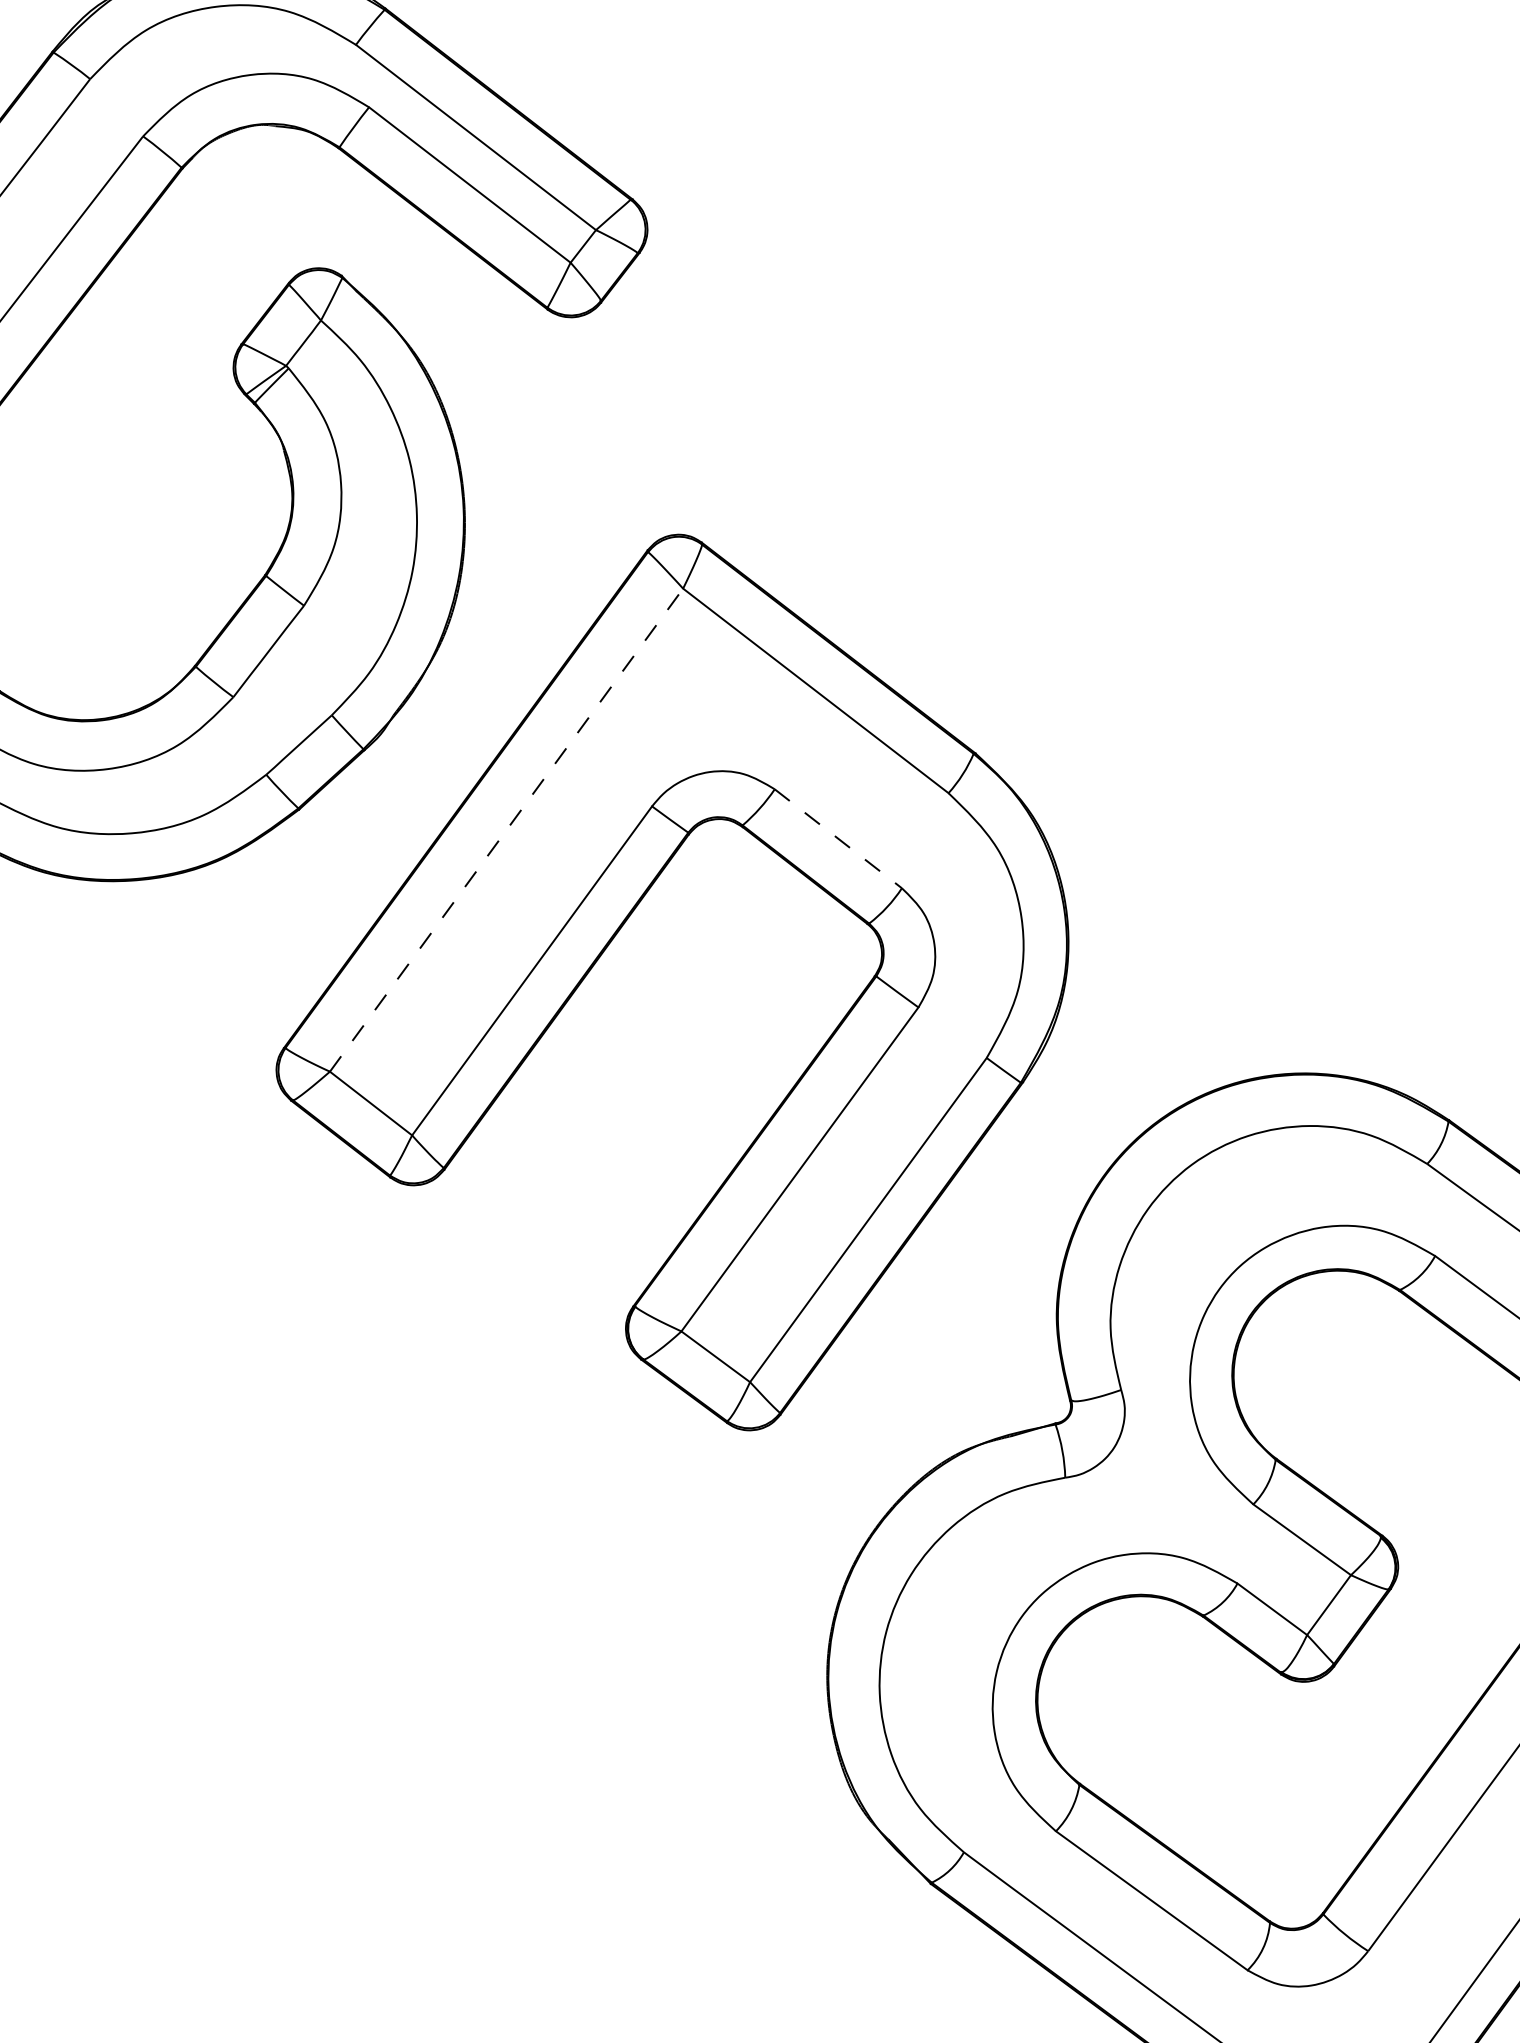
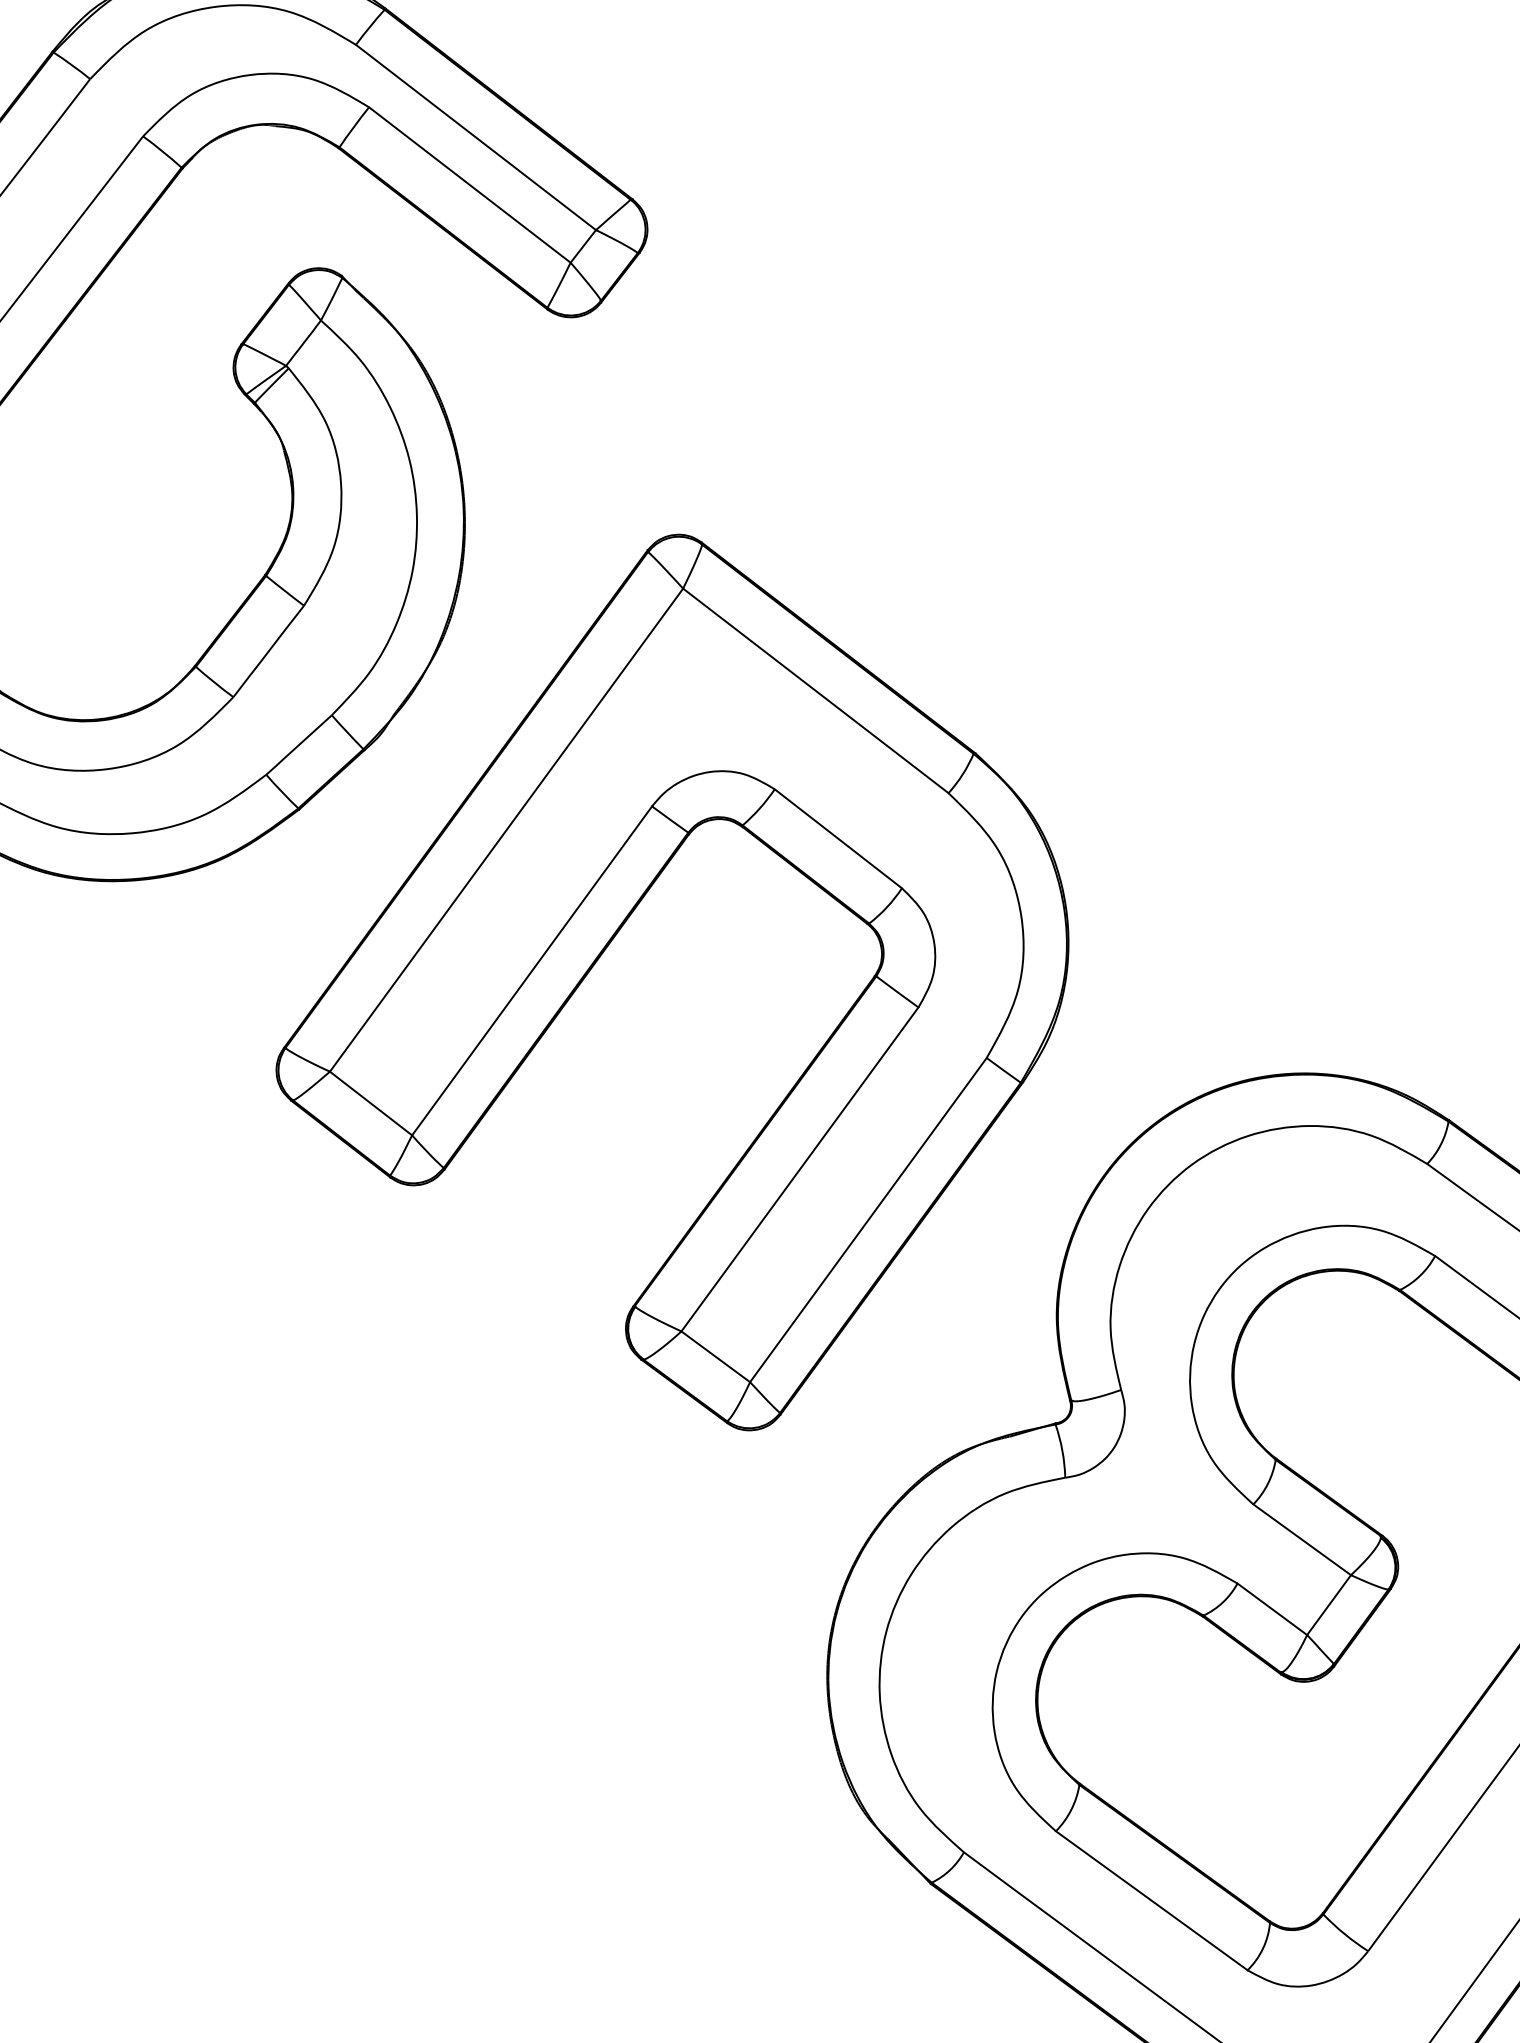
line at (506, 829): dashed -> solid
line at (838, 838): dashed -> solid
